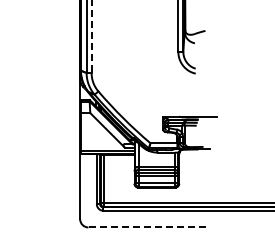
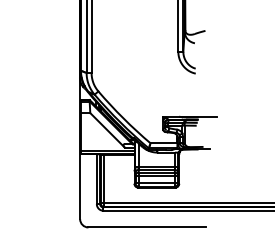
line at (91, 37): dashed -> solid
line at (147, 227): dashed -> solid
